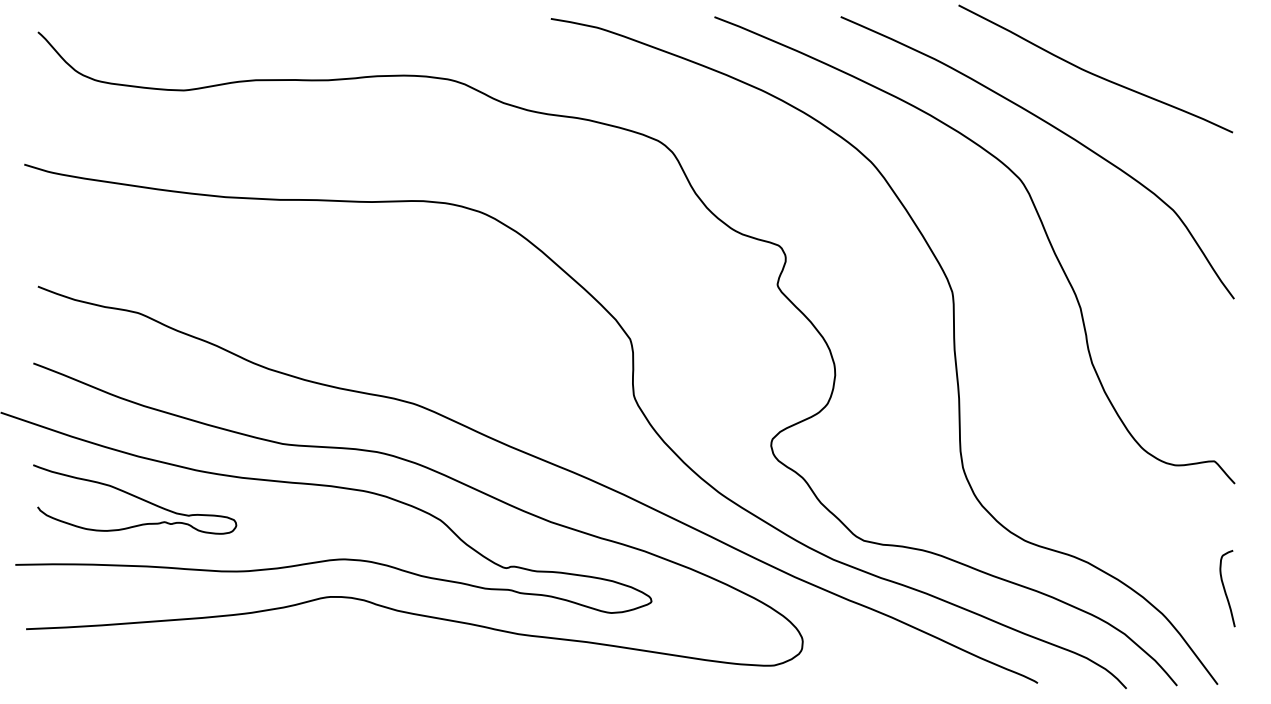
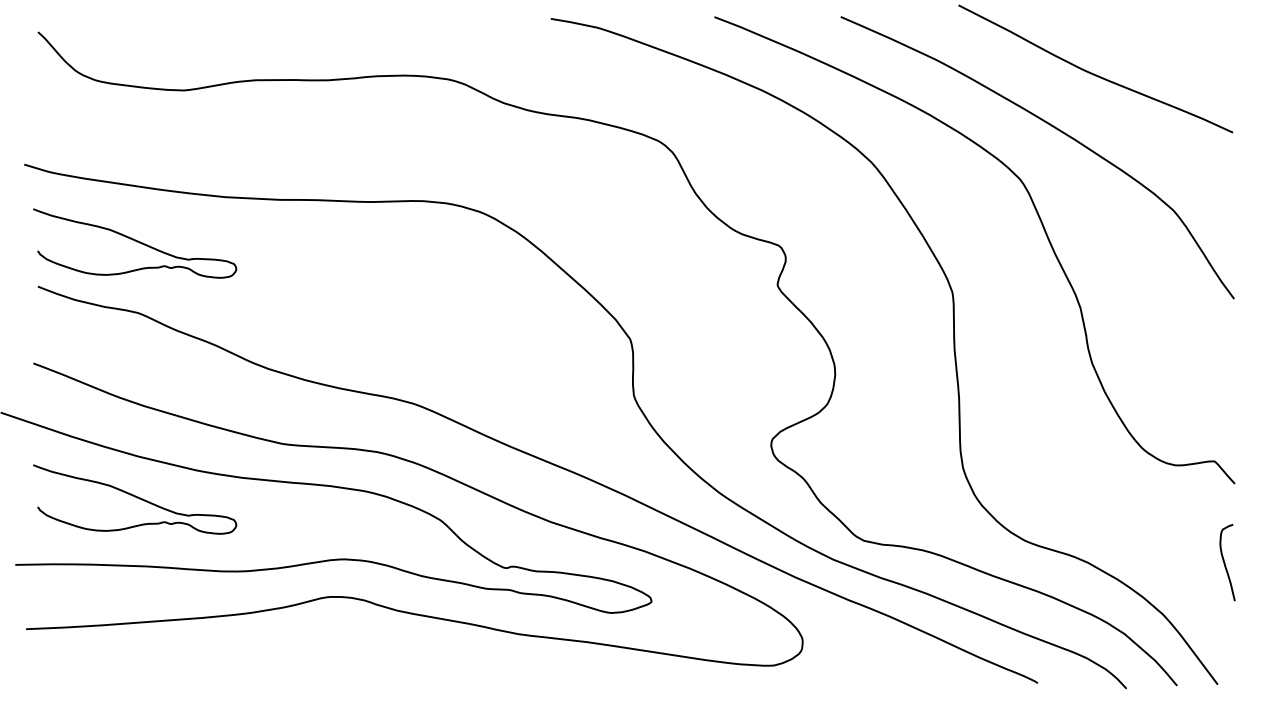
curve at (135, 241): none -> present
curve at (1225, 588) position: (1225, 588) -> (1225, 562)
